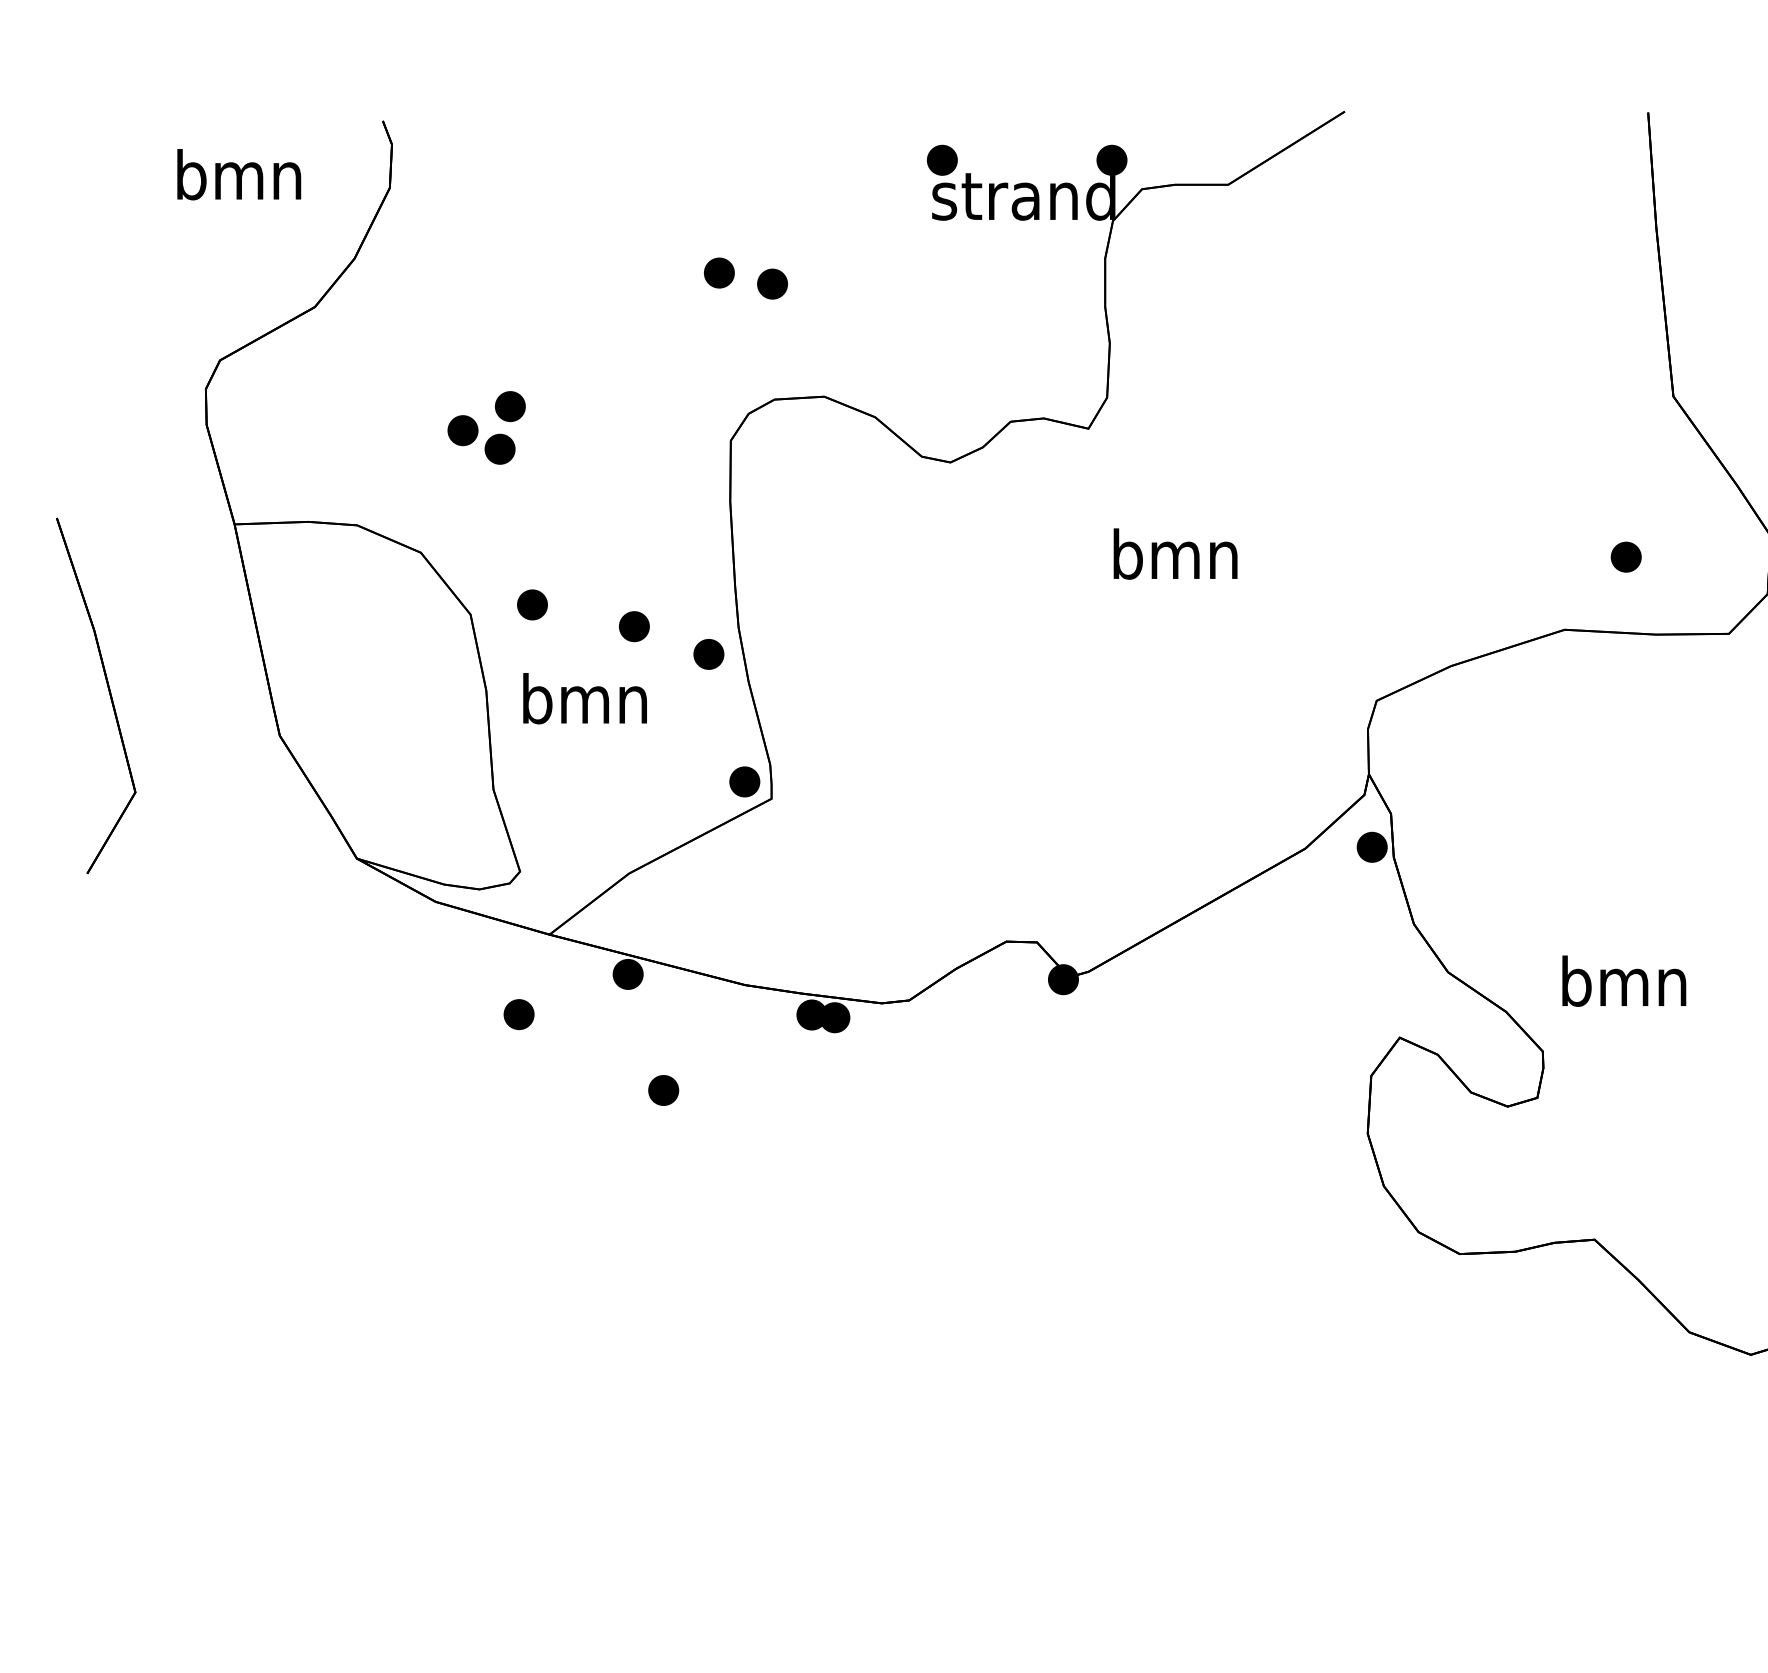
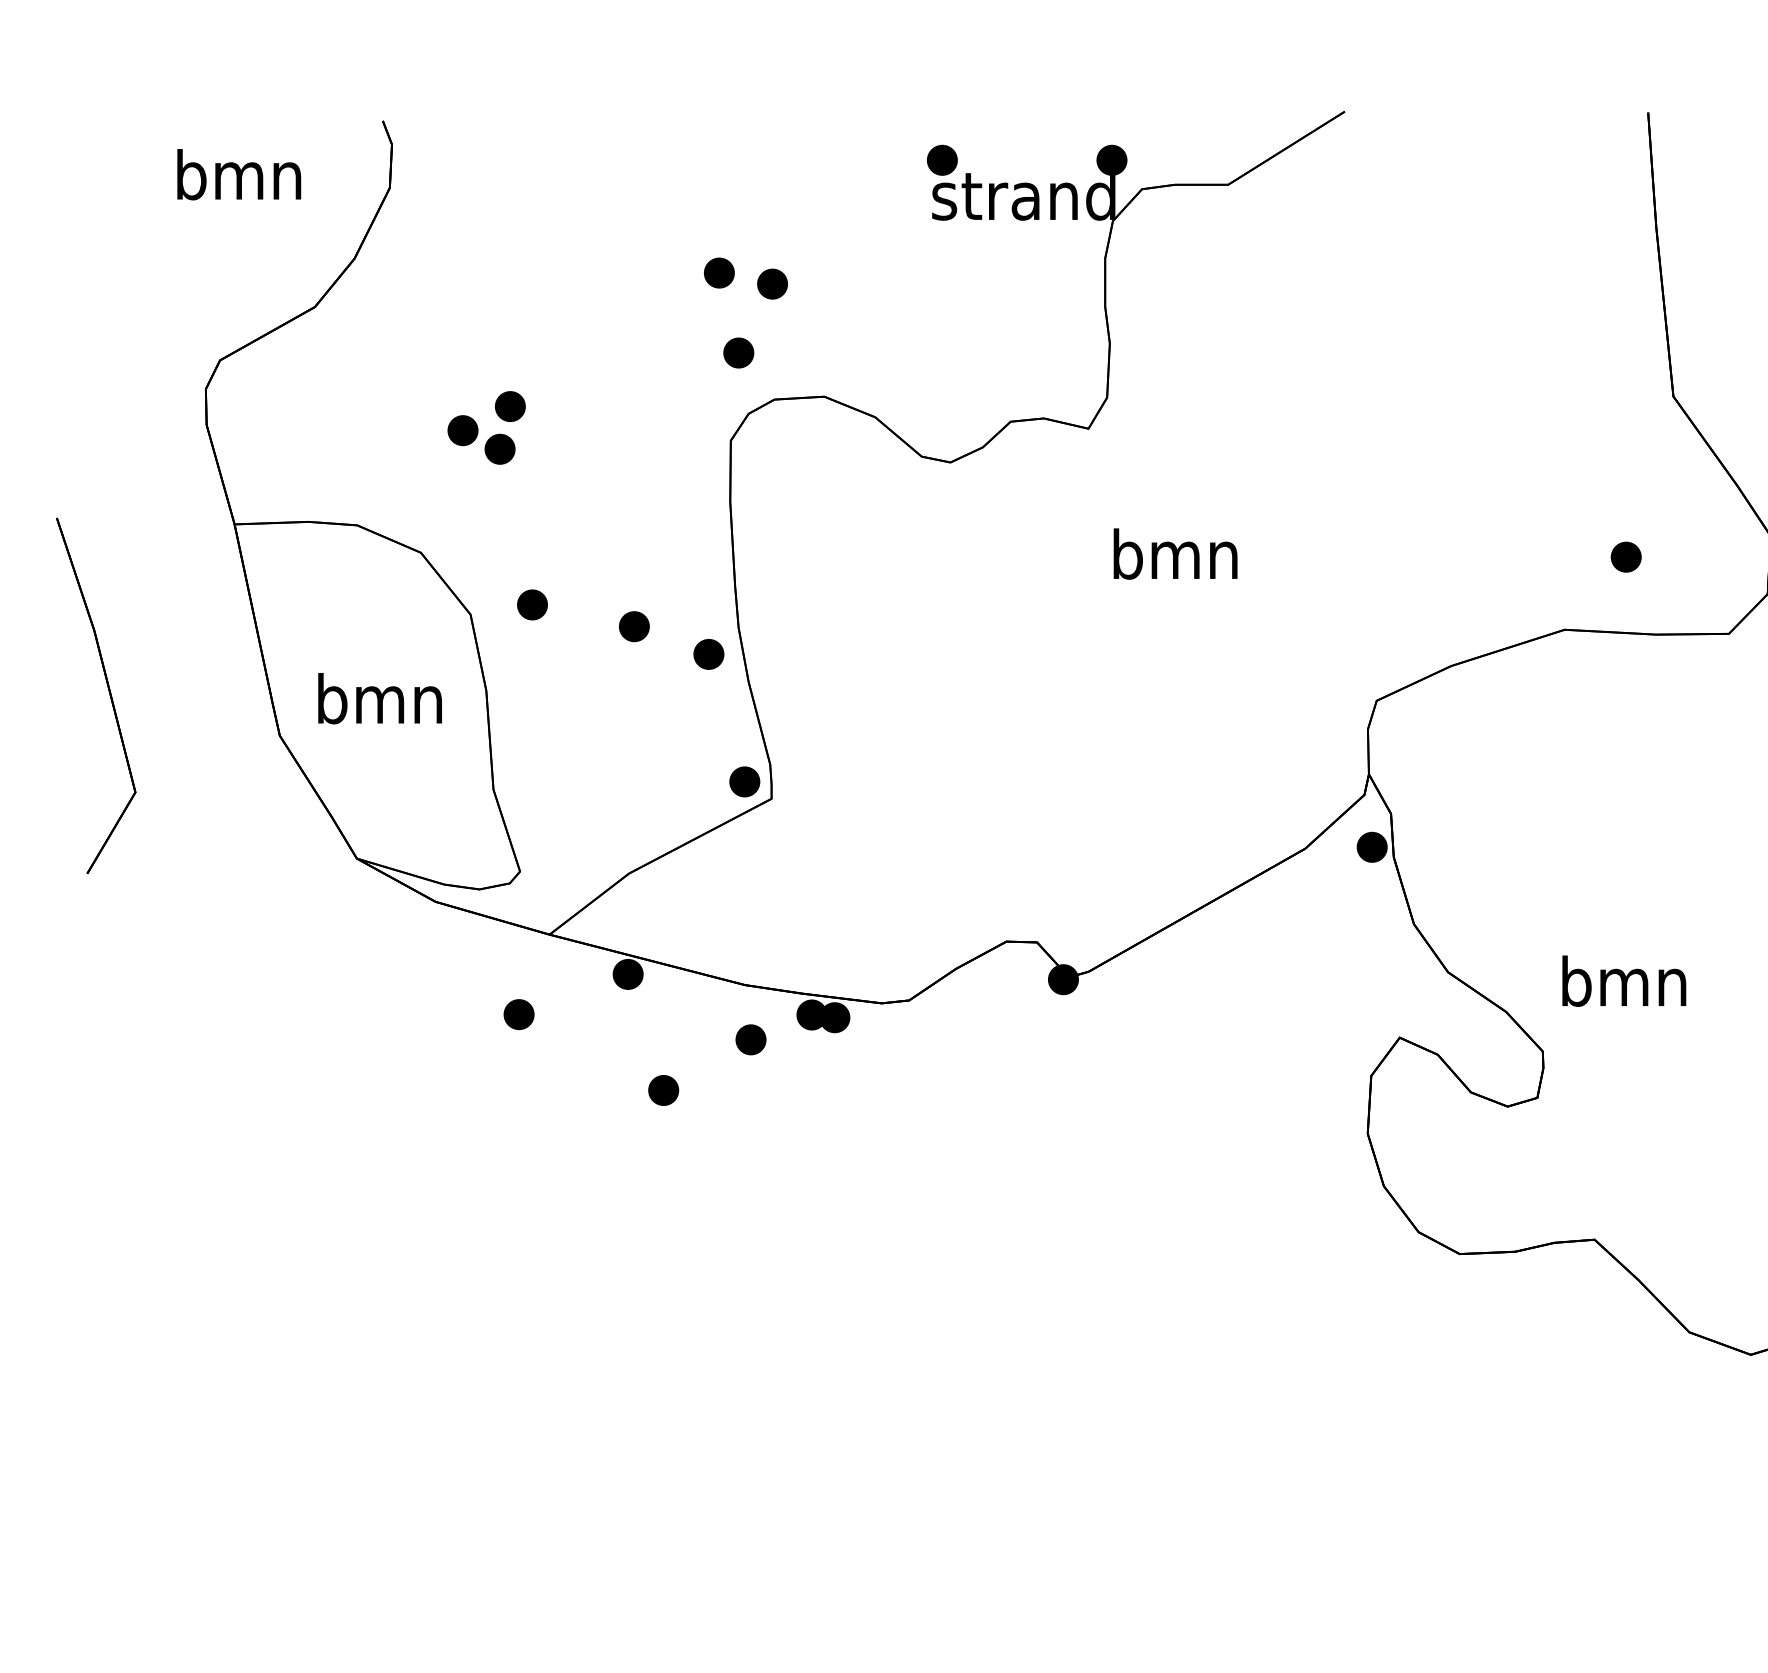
part at (738, 352): none -> present
text at (584, 698) position: (584, 698) -> (379, 698)
part at (750, 1039): none -> present
